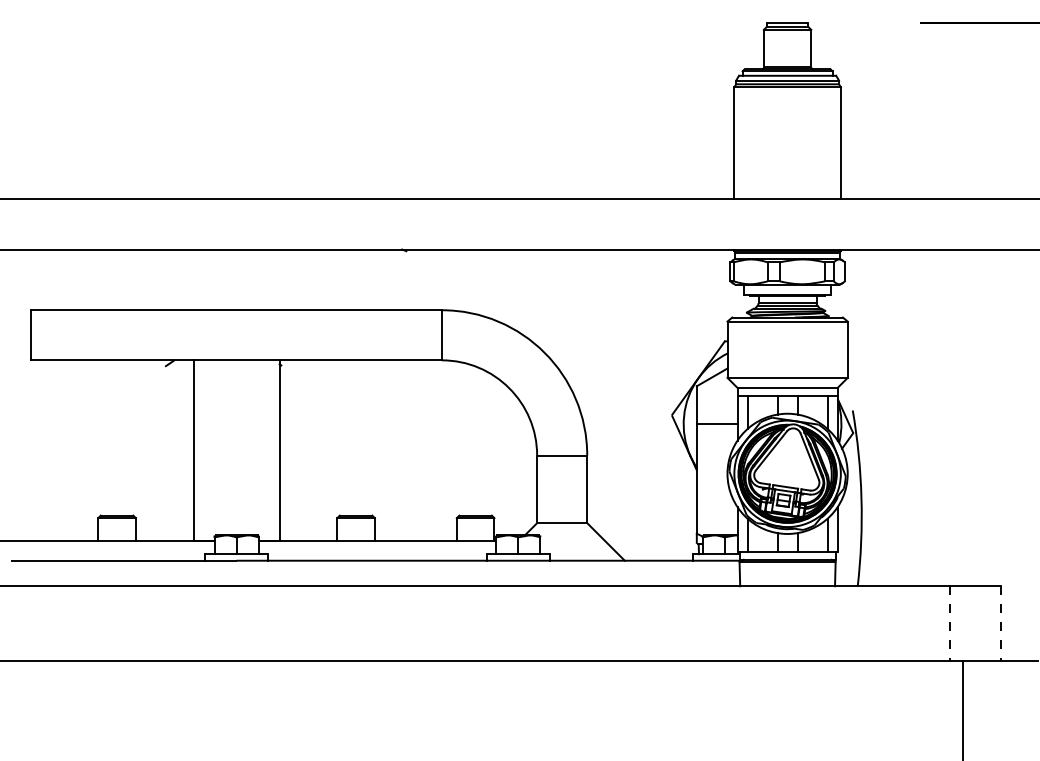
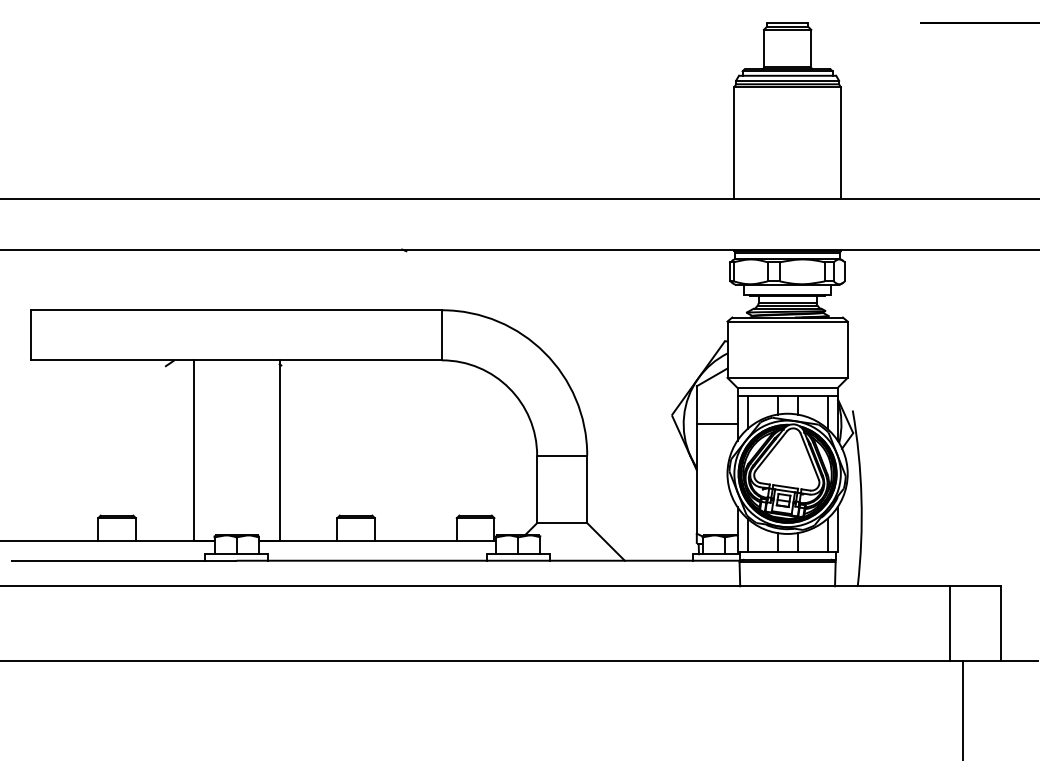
line at (950, 623): dashed -> solid
line at (1000, 623): dashed -> solid
